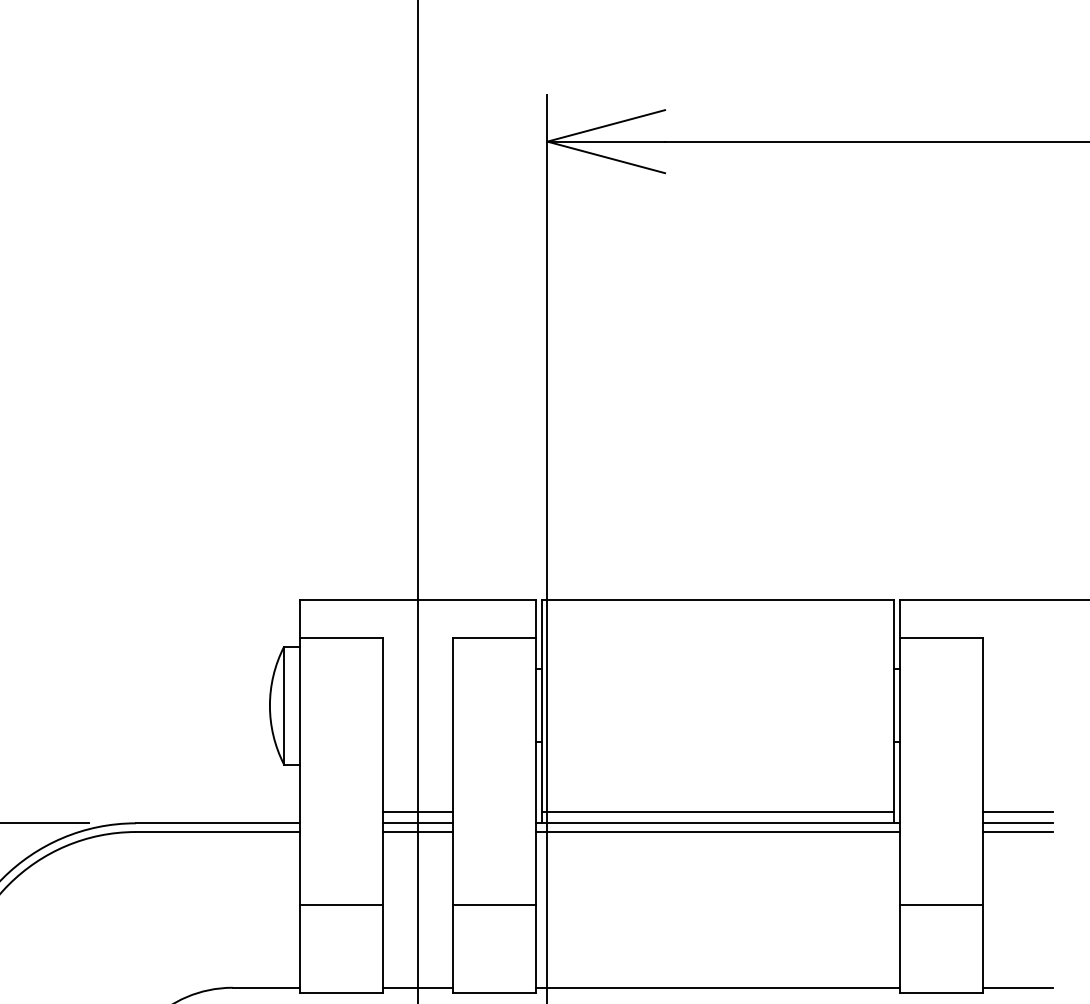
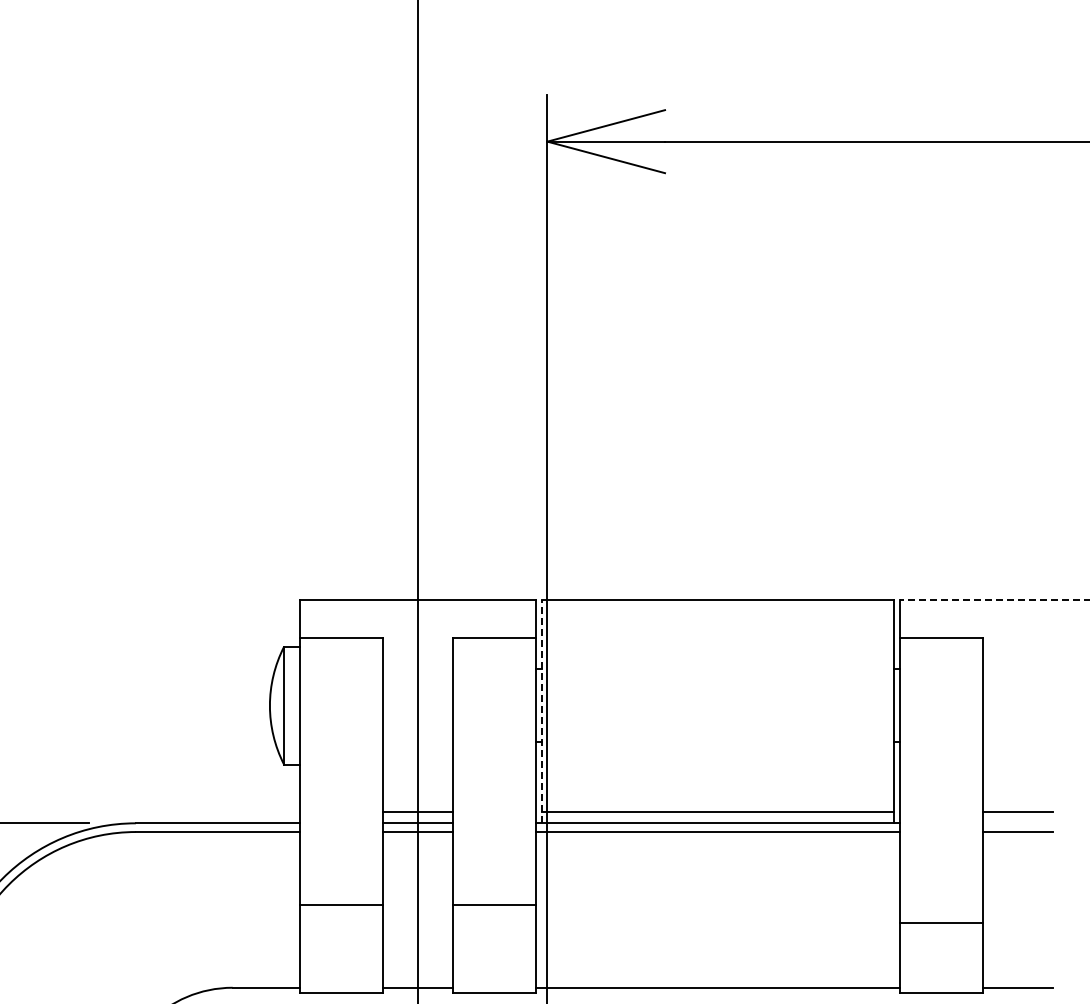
line at (994, 599): solid -> dashed
line at (541, 711): solid -> dashed
line at (1017, 823): present -> none
line at (941, 905) position: (941, 905) -> (941, 923)
